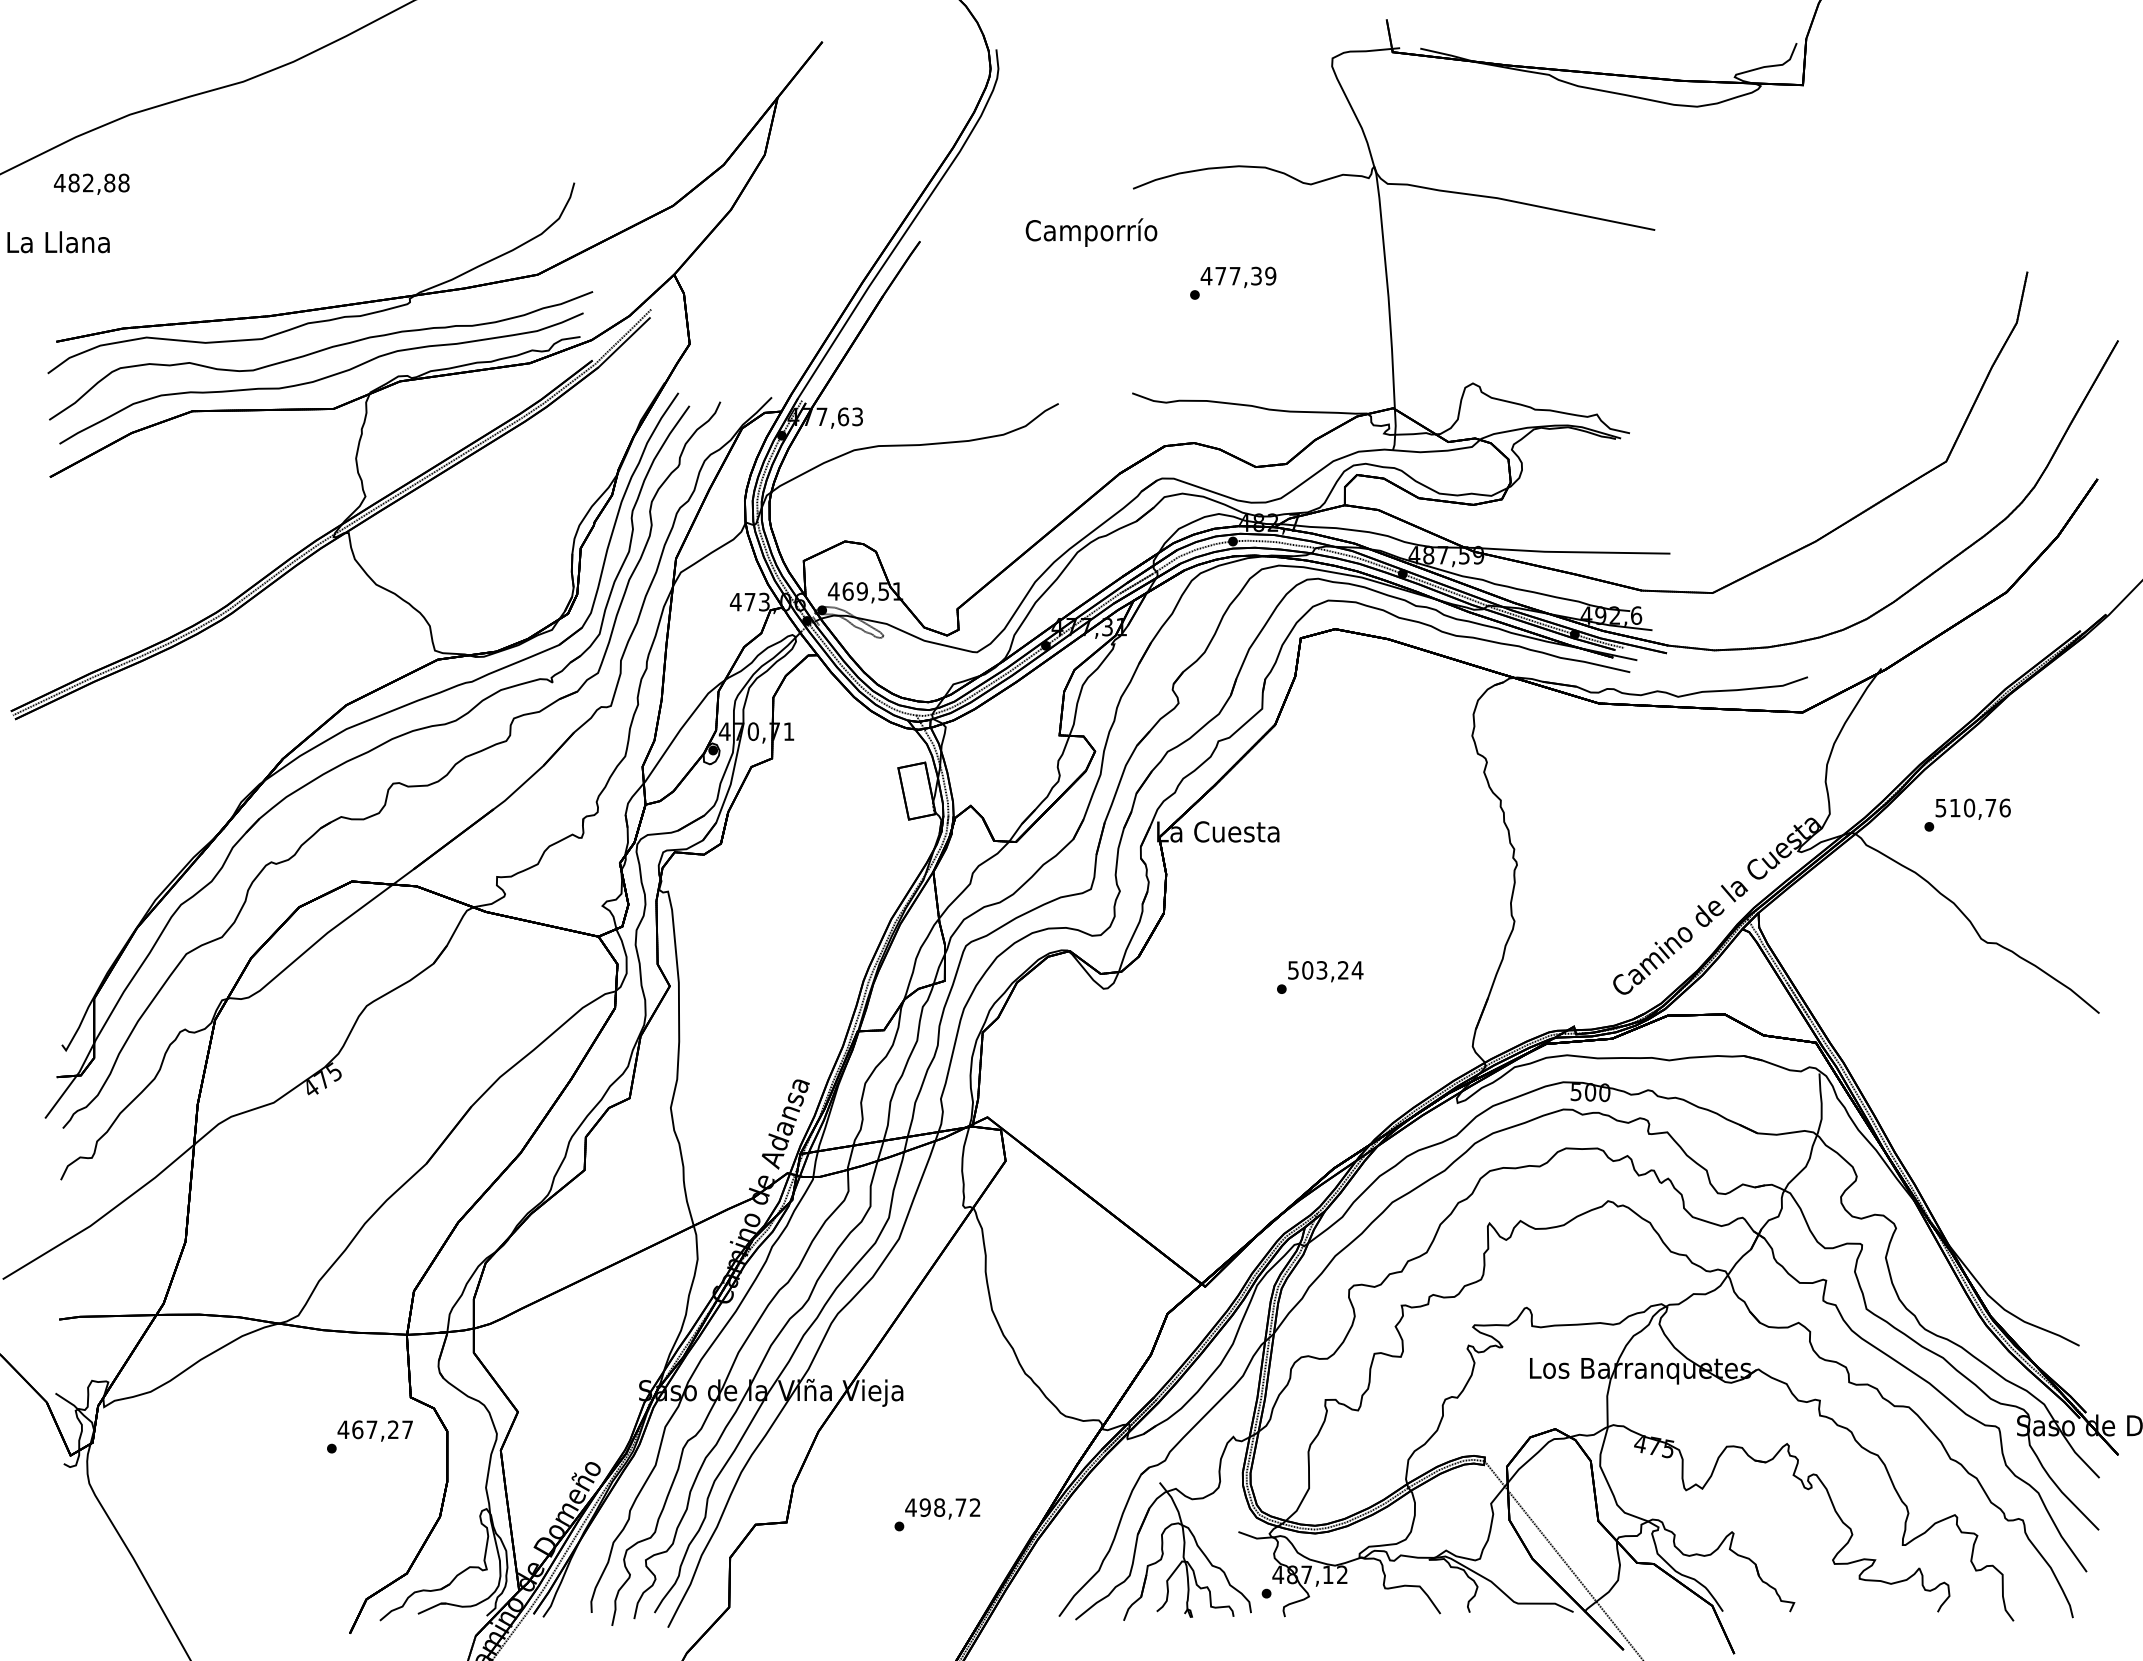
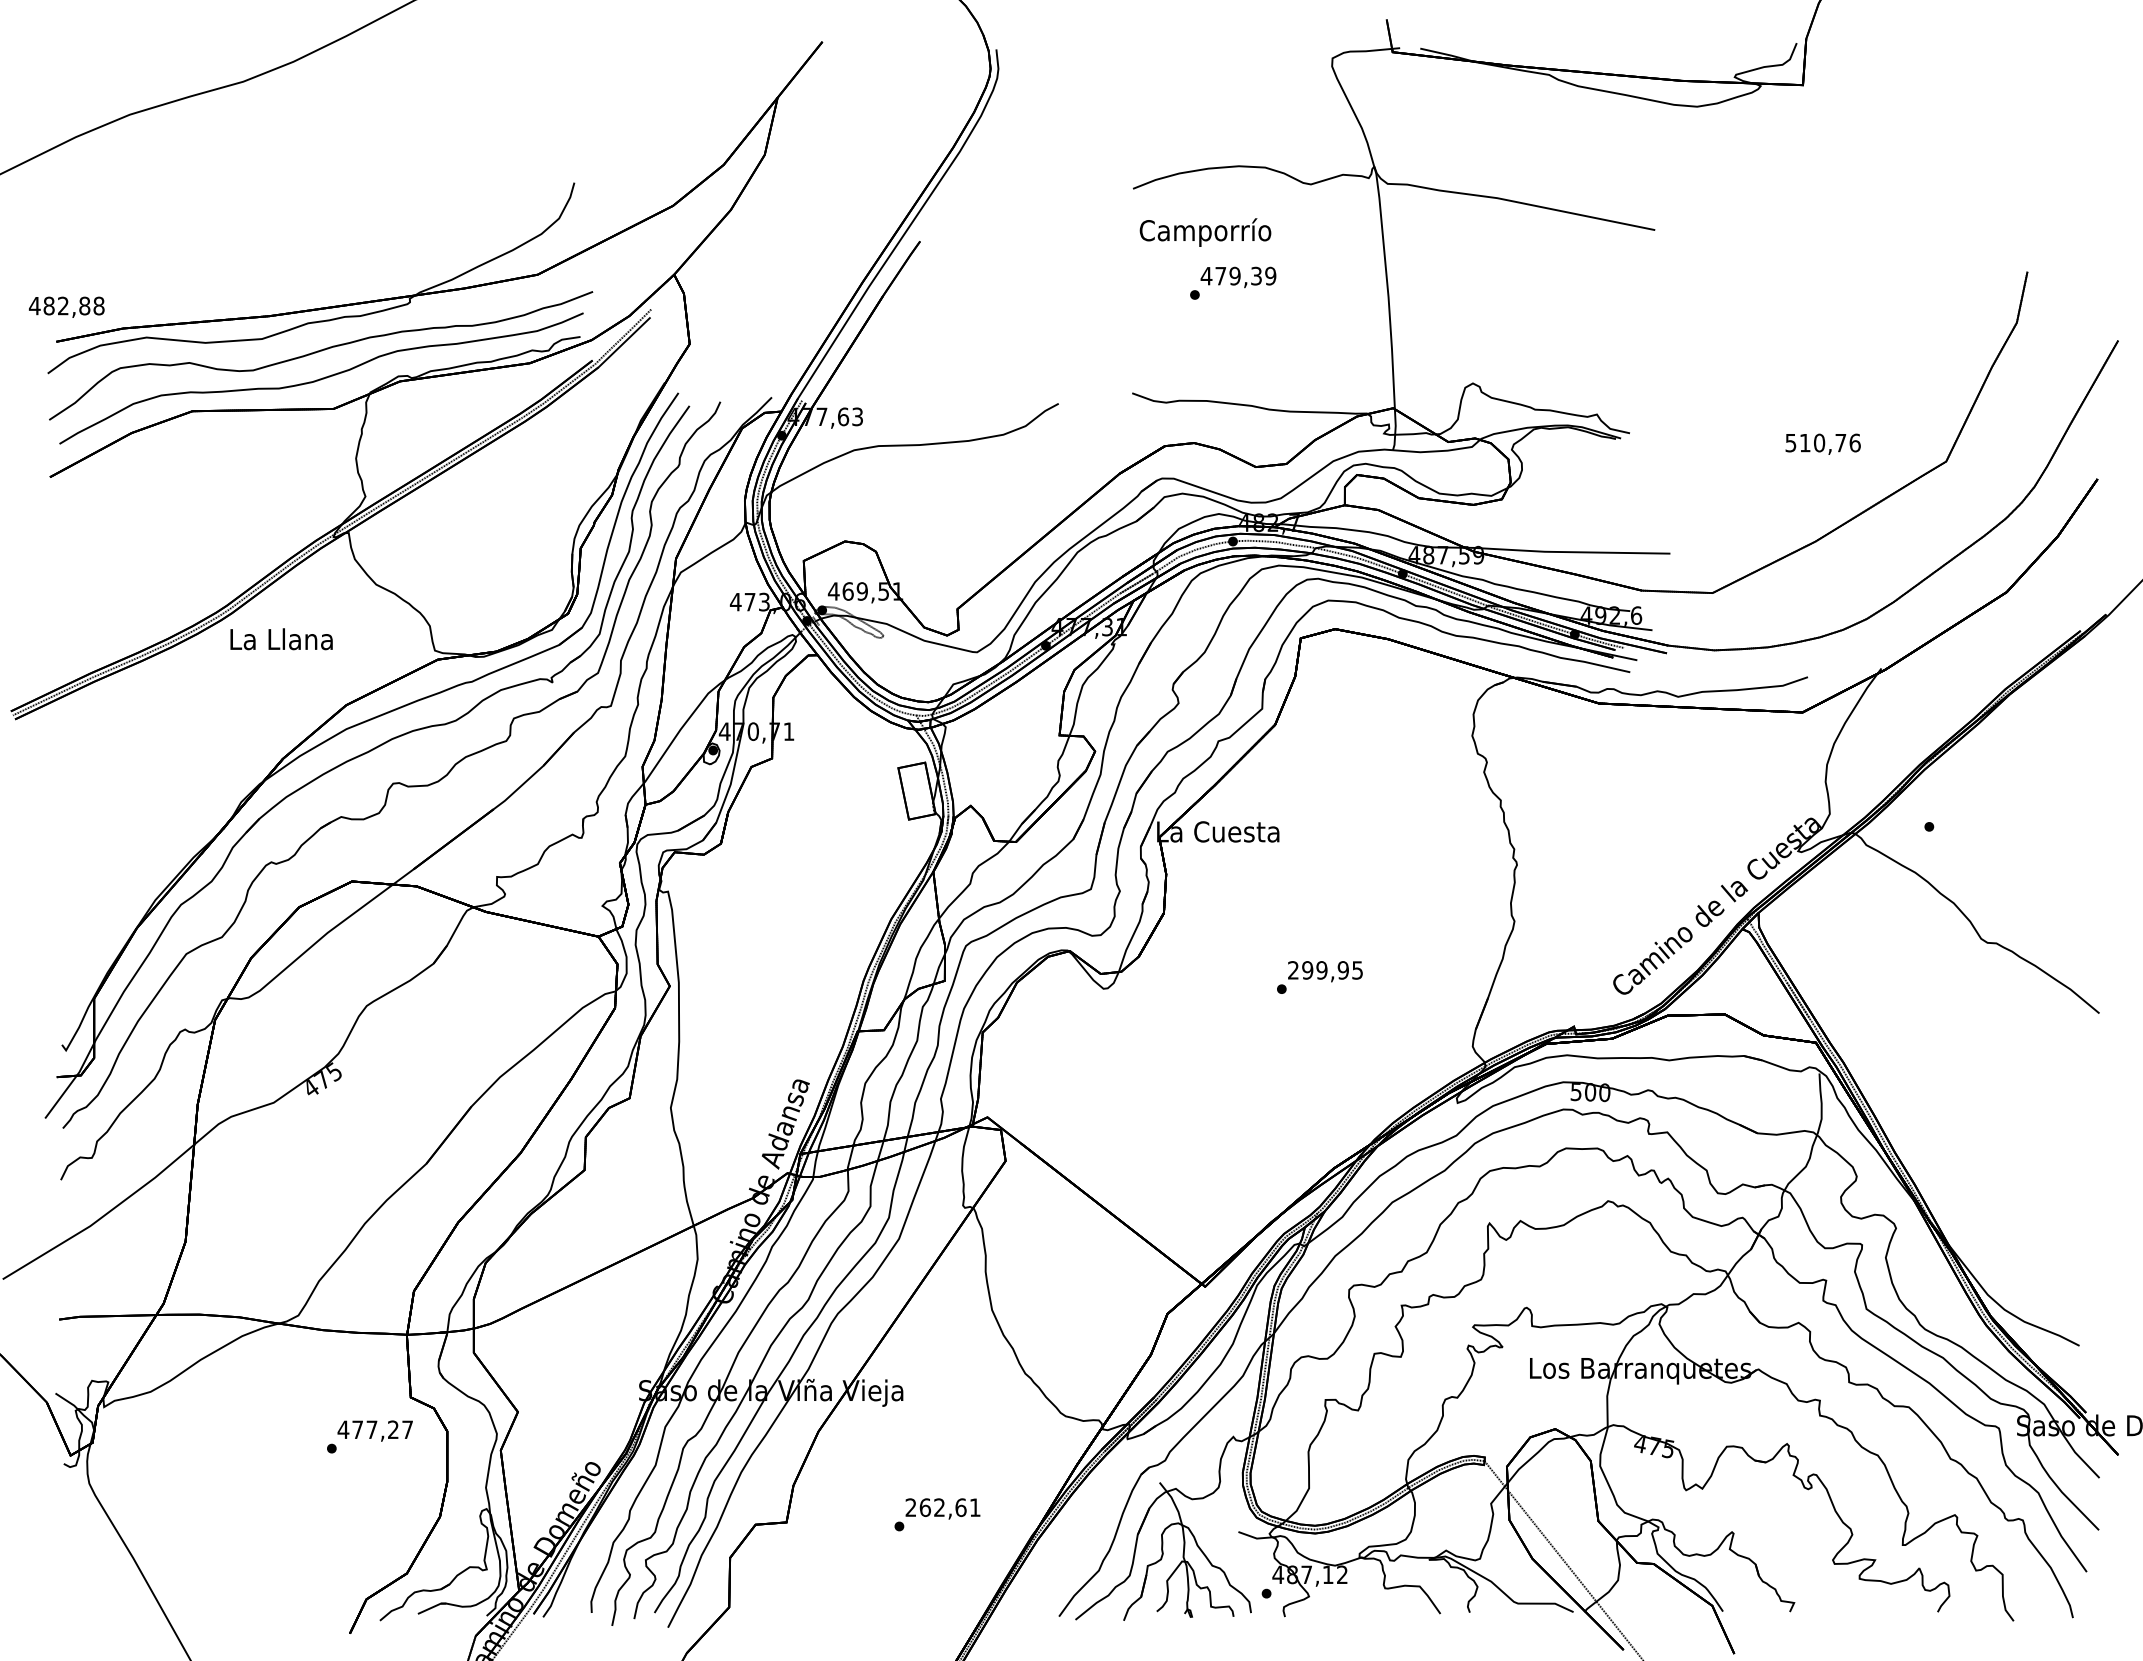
text at (91, 183) position: (91, 183) -> (66, 306)
text at (1091, 232) position: (1091, 232) -> (1205, 232)
text at (58, 242) position: (58, 242) -> (281, 639)
text at (1234, 275): 477,39 -> 479,39
text at (1972, 808) position: (1972, 808) -> (1822, 443)
text at (1325, 970): 503,24 -> 299,95
text at (357, 1429): 467,27 -> 477,27
text at (942, 1507): 498,72 -> 262,61
